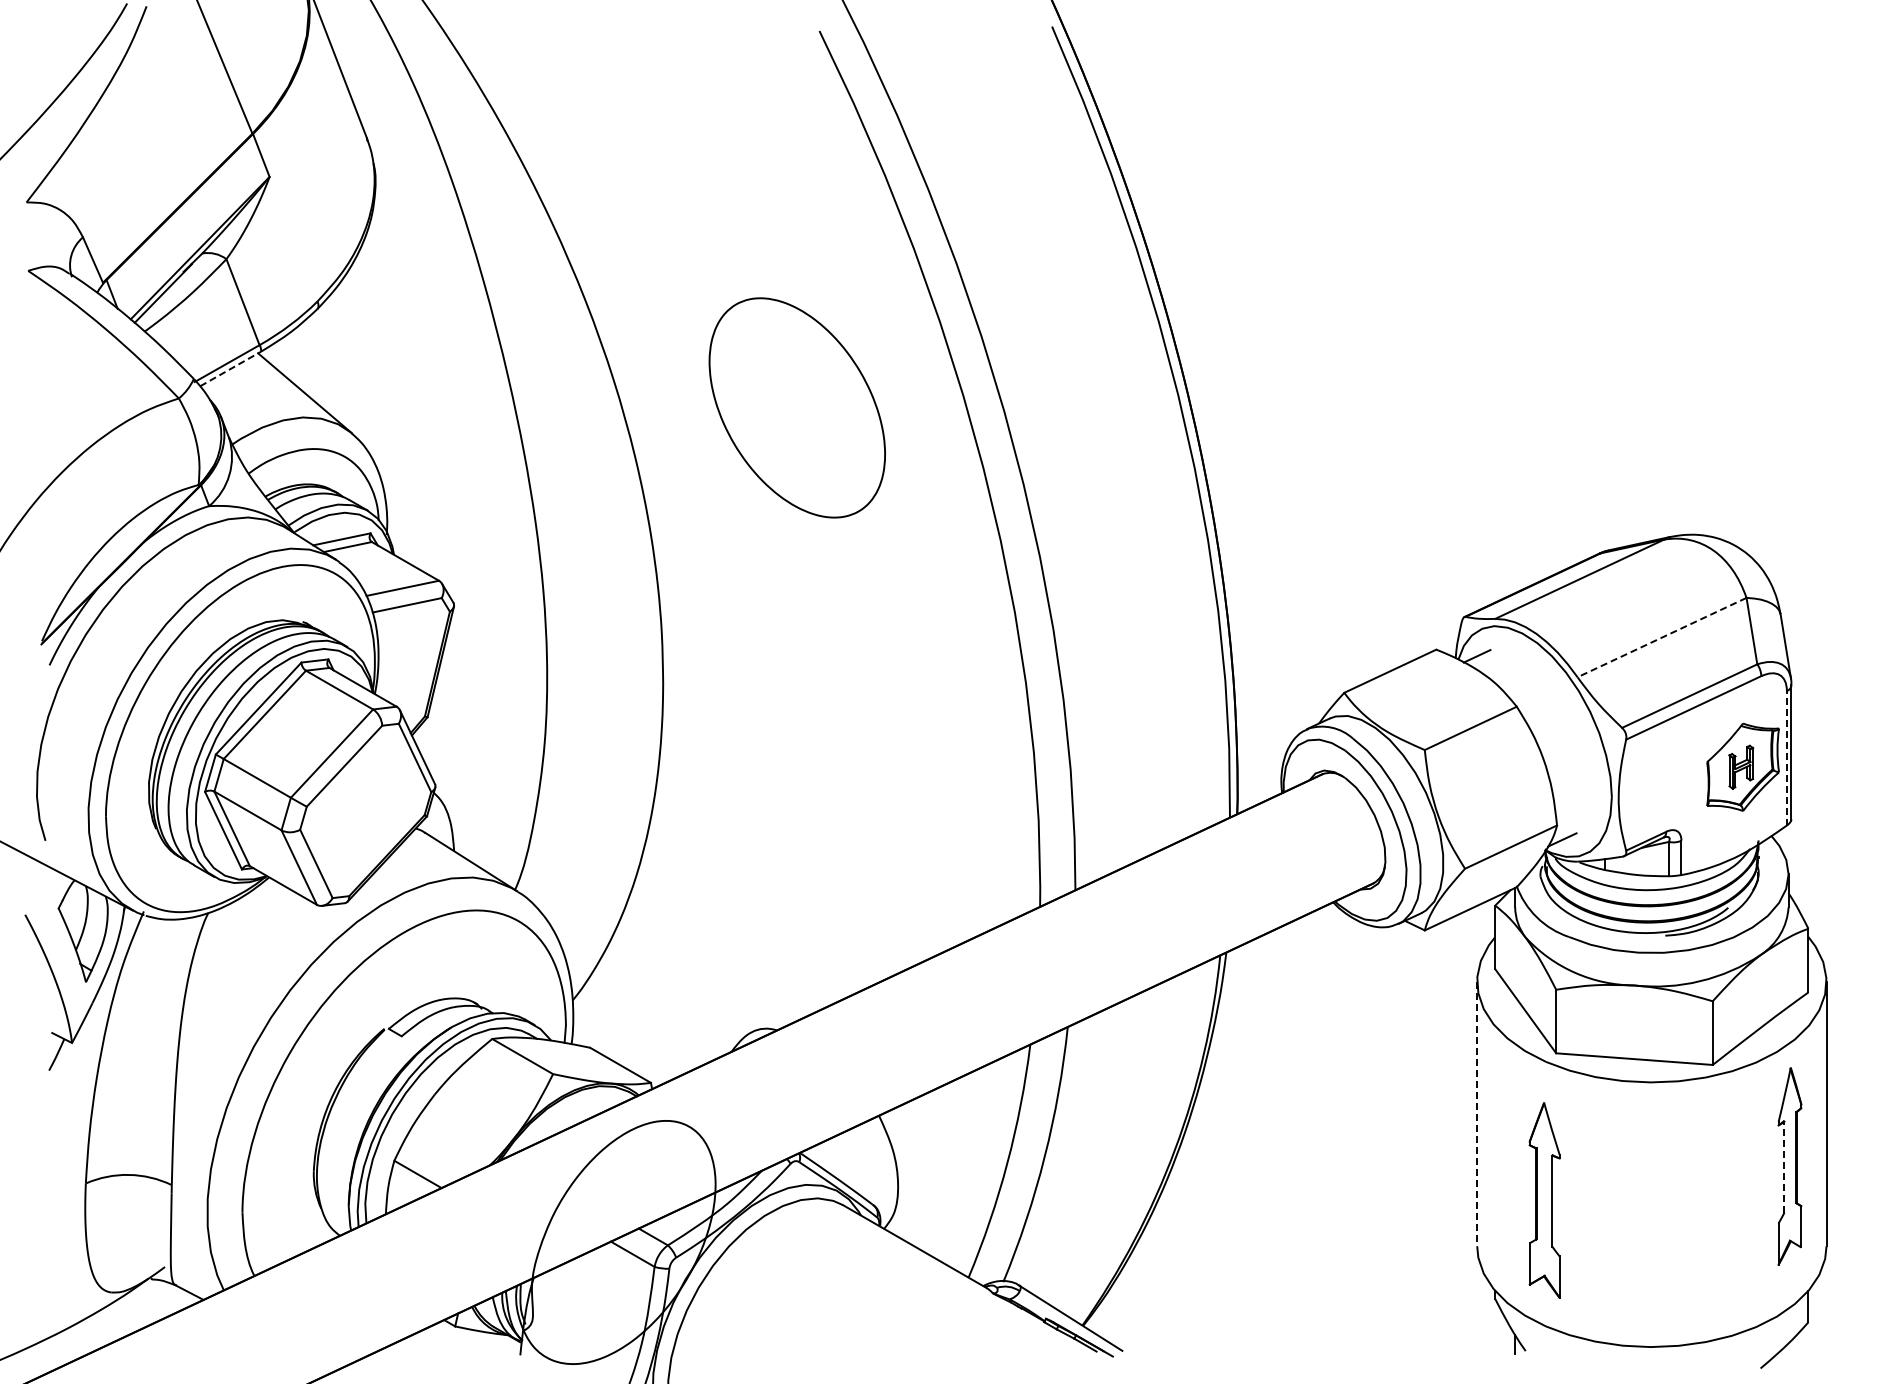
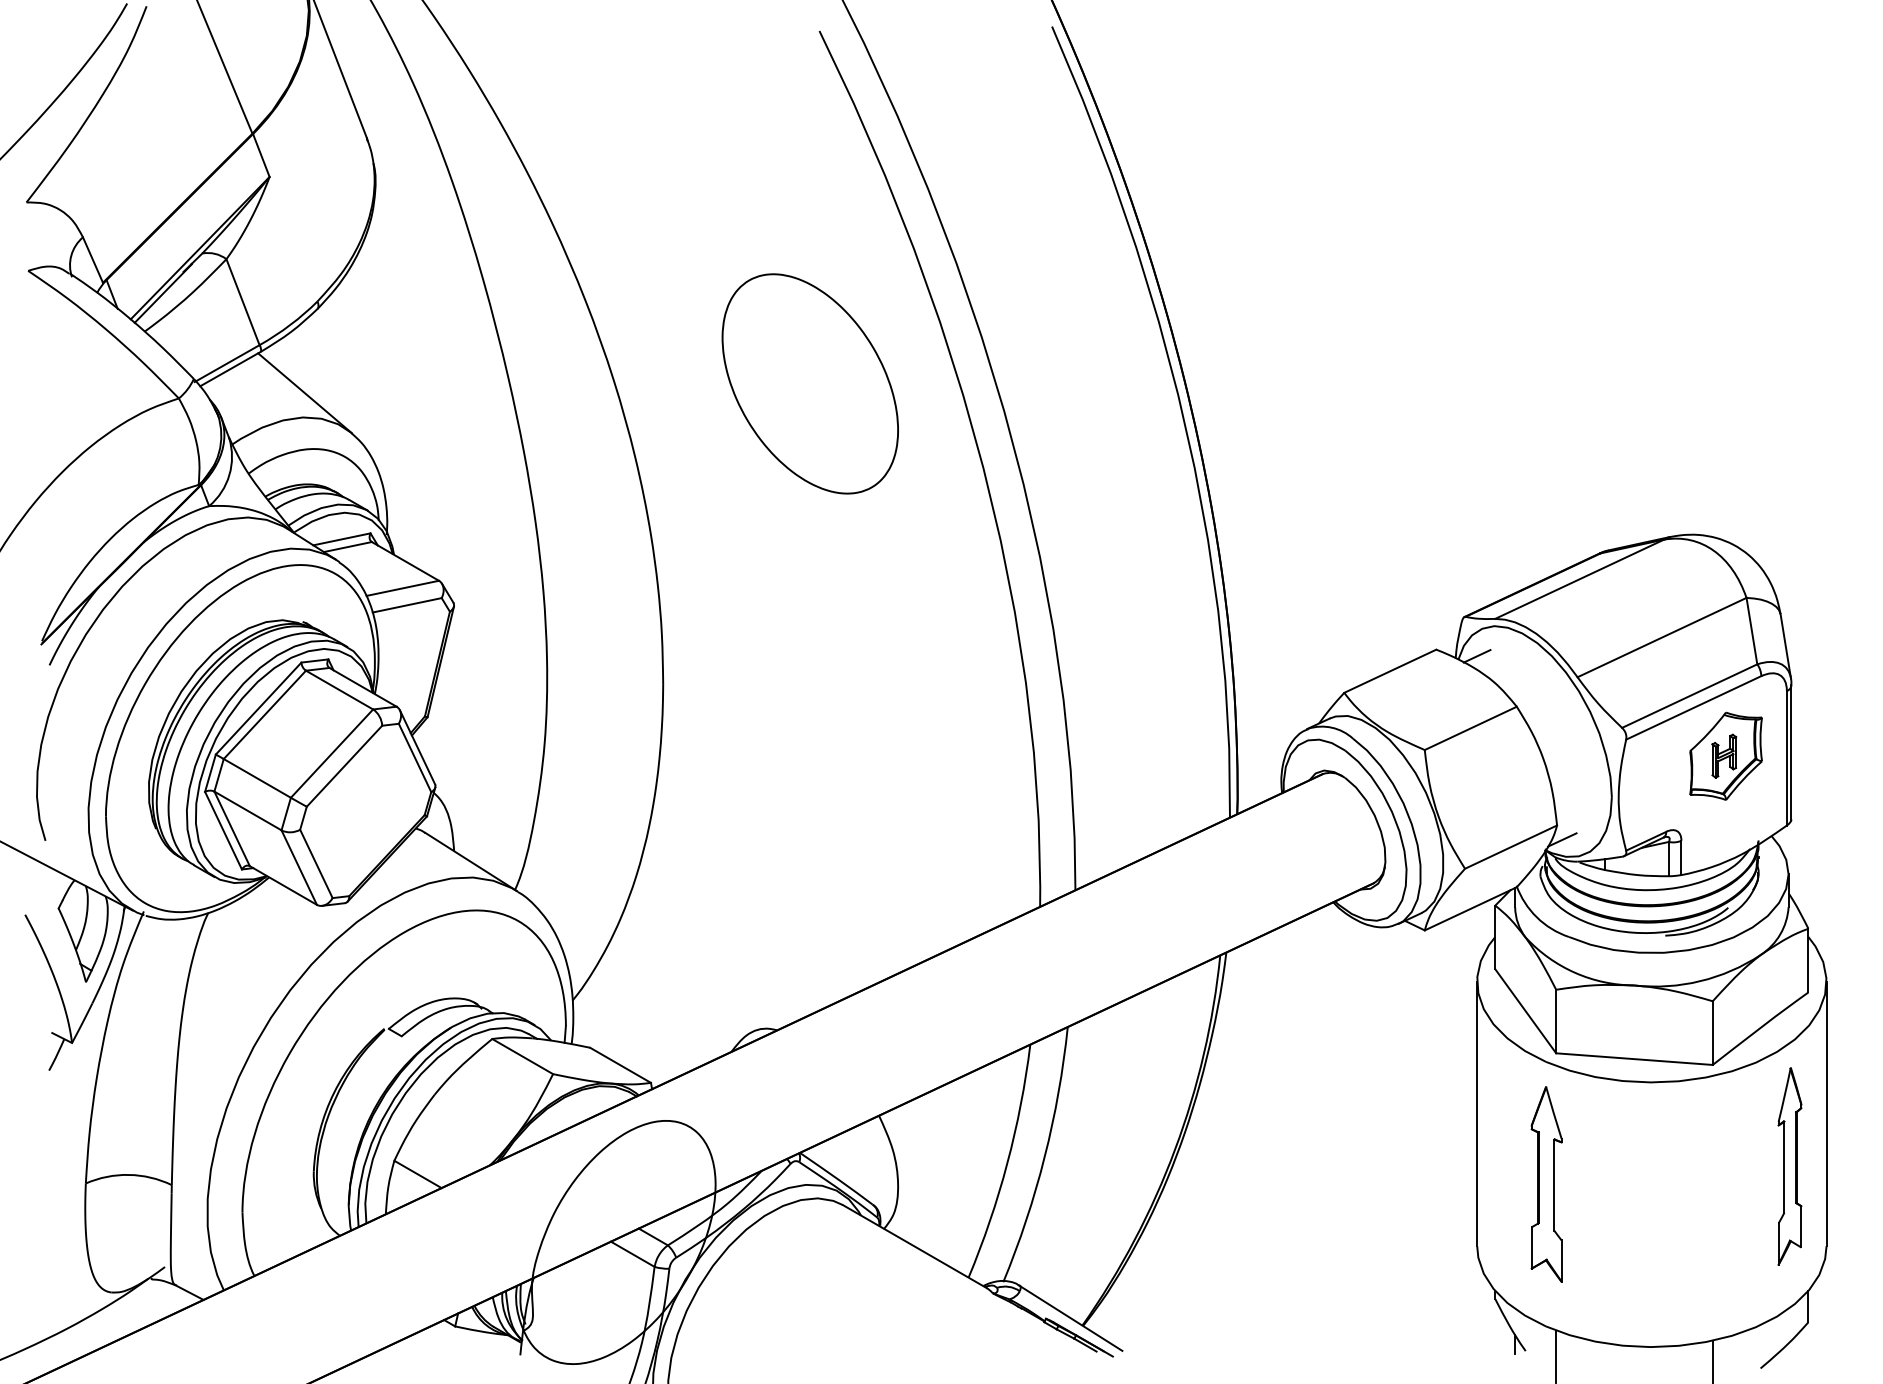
line at (230, 368): dashed -> solid
part at (796, 407) position: (796, 407) -> (809, 383)
line at (1661, 637): dashed -> solid
line at (1786, 757): dashed -> solid
part at (1742, 766) position: (1742, 766) -> (1725, 755)
line at (1477, 1114): dashed -> solid
line at (1784, 1167): dashed -> solid
part at (1544, 1200) position: (1544, 1200) -> (1546, 1184)
line at (1556, 1355): none -> present
line at (1712, 1360): none -> present
